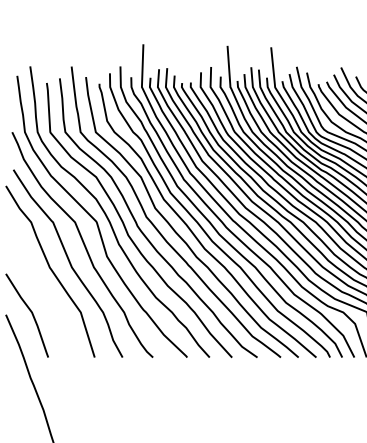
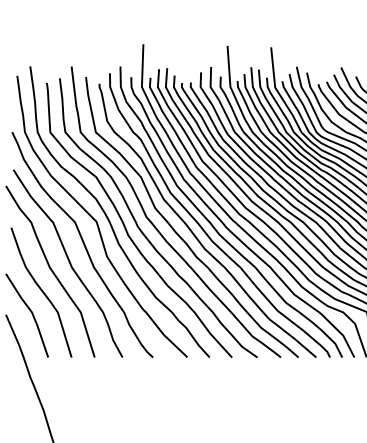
curve at (41, 291): none -> present
